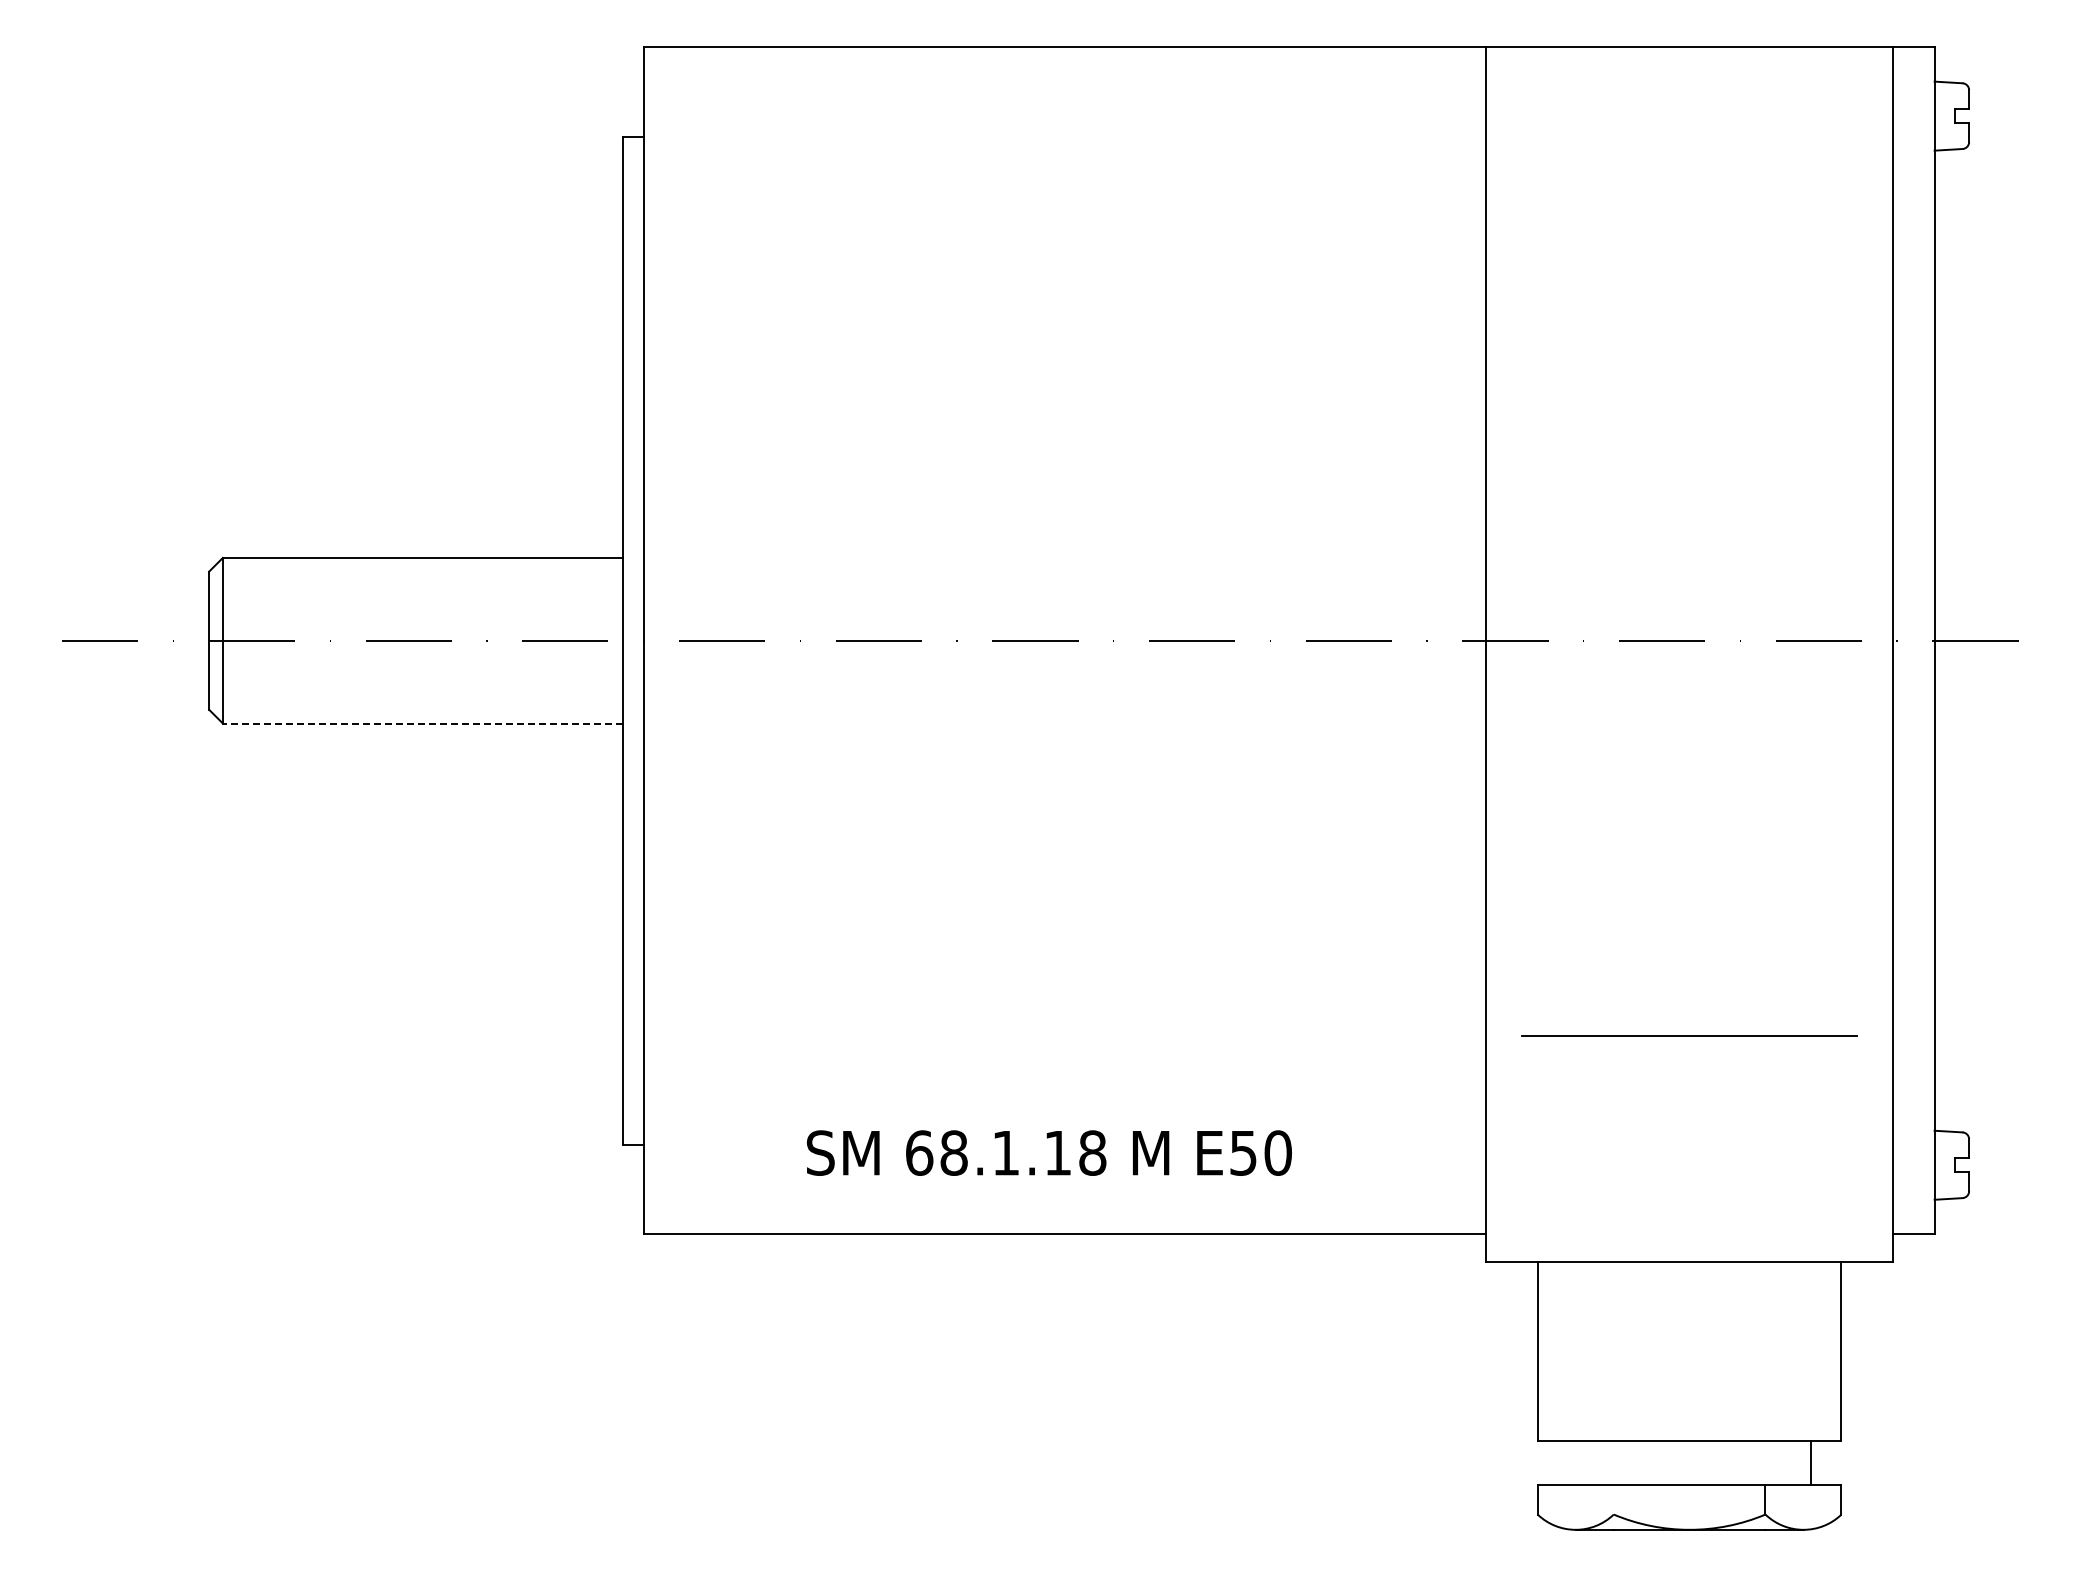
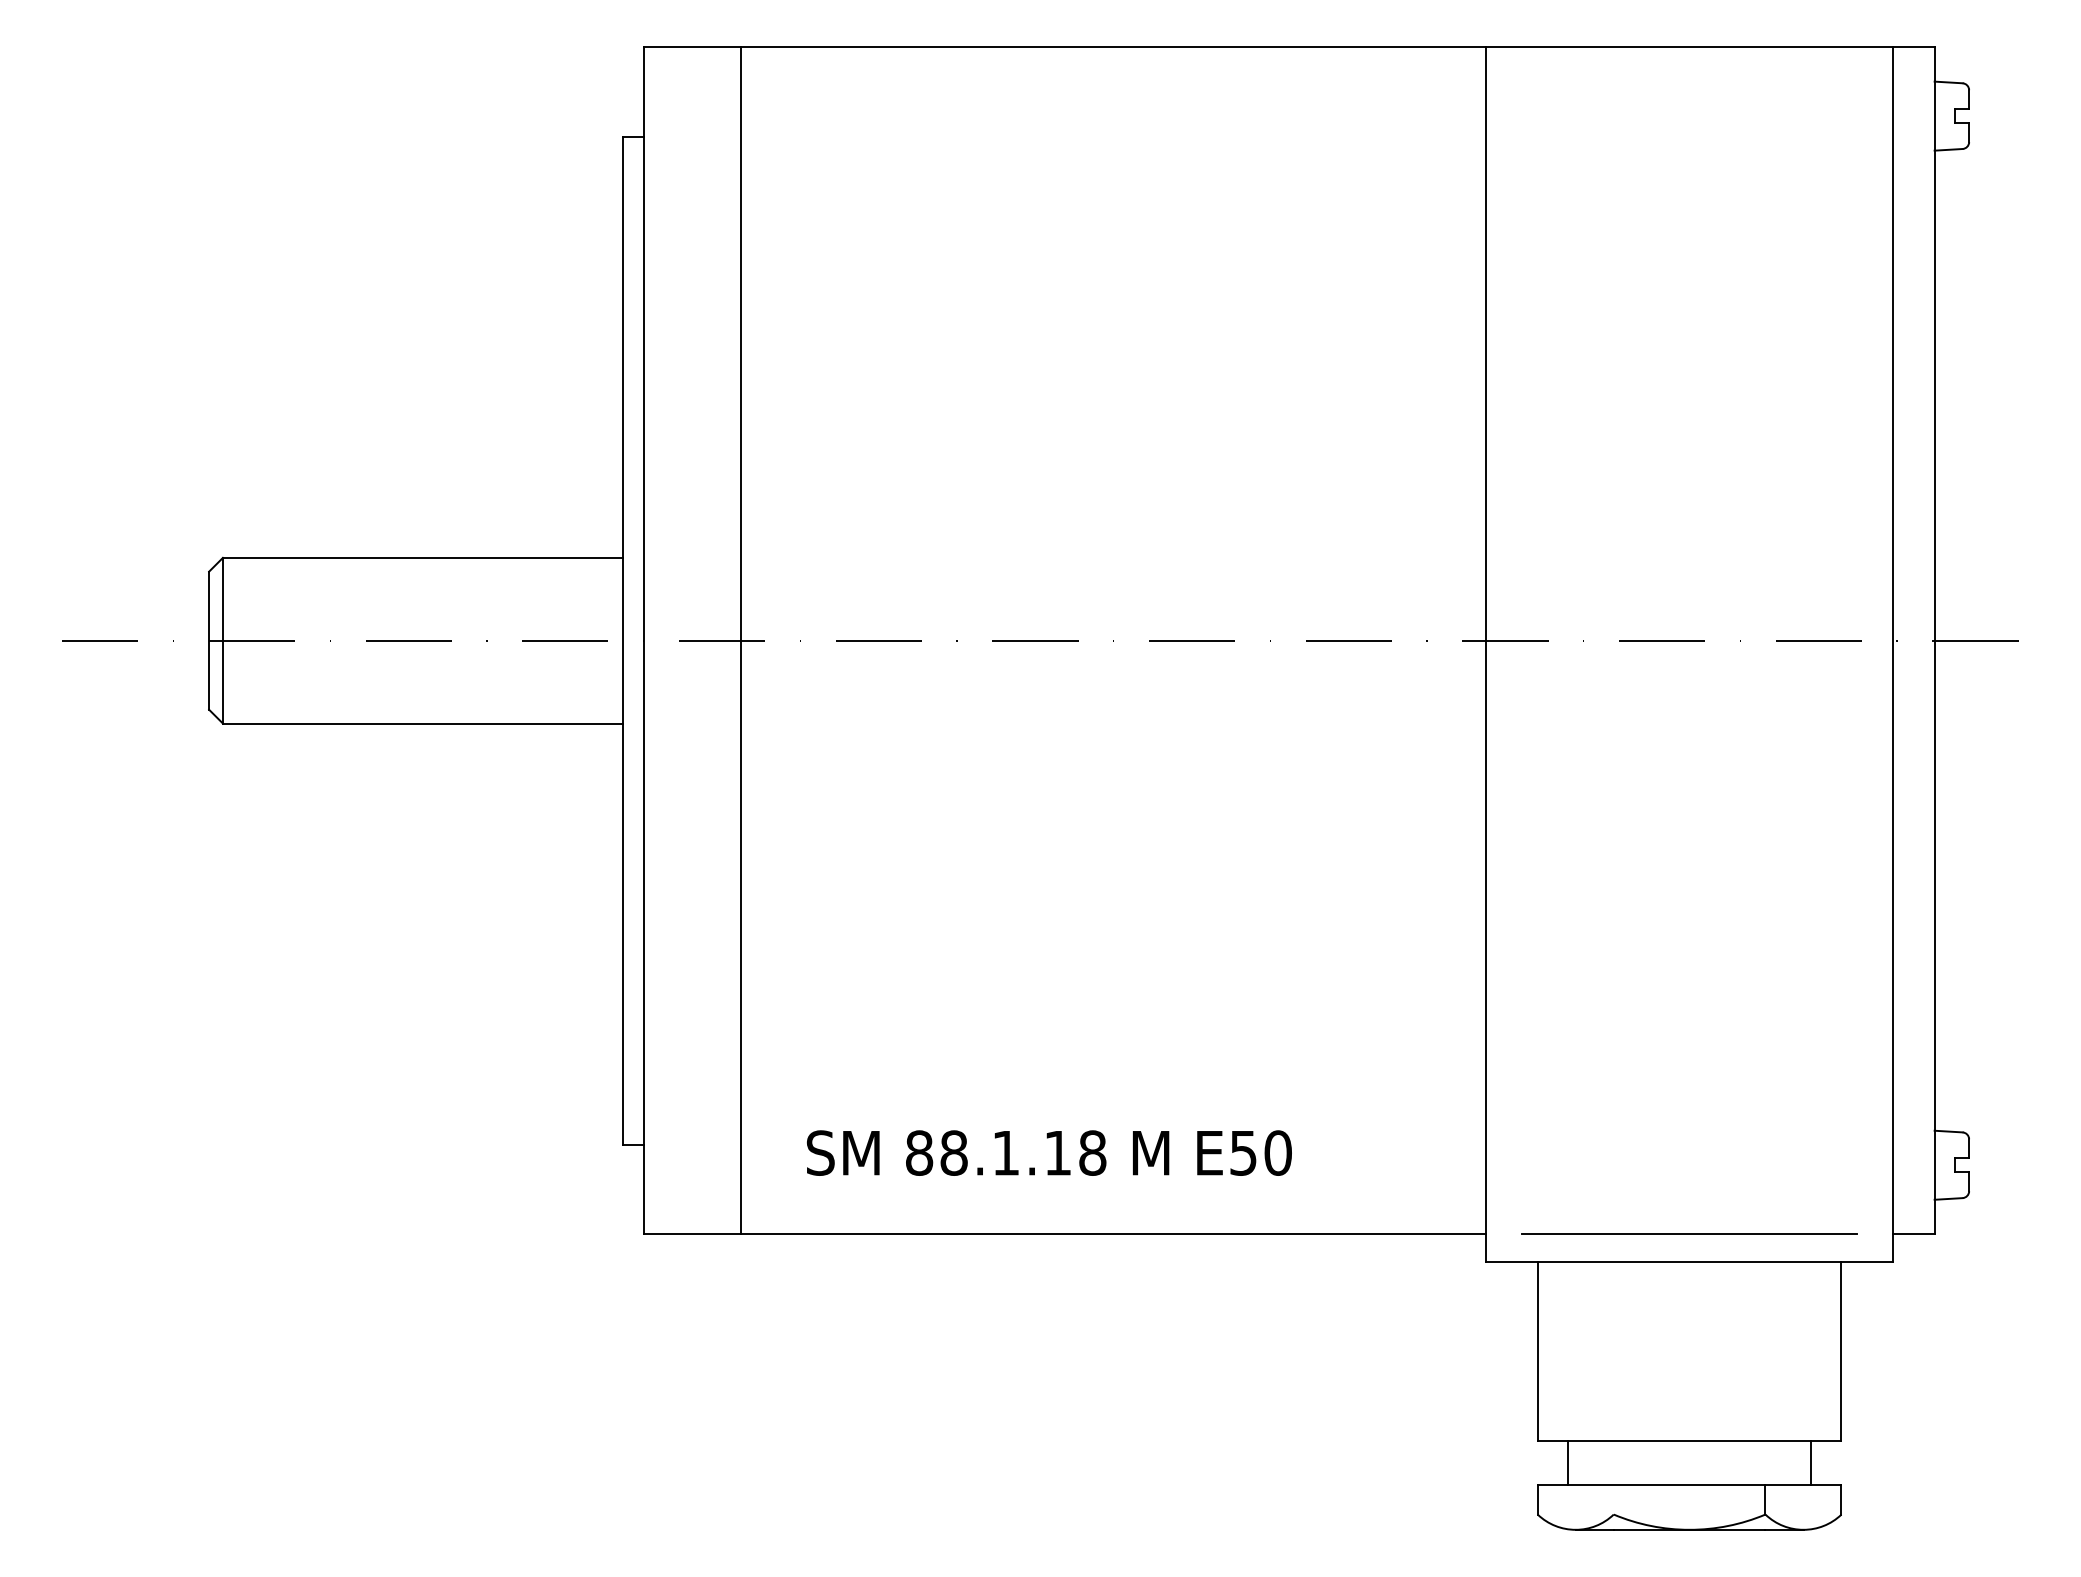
line at (740, 640): none -> present
line at (422, 723): dashed -> solid
line at (1689, 1035) position: (1689, 1035) -> (1689, 1233)
text at (919, 1152): 68.1.18 -> 88.1.18
line at (1567, 1462): none -> present
